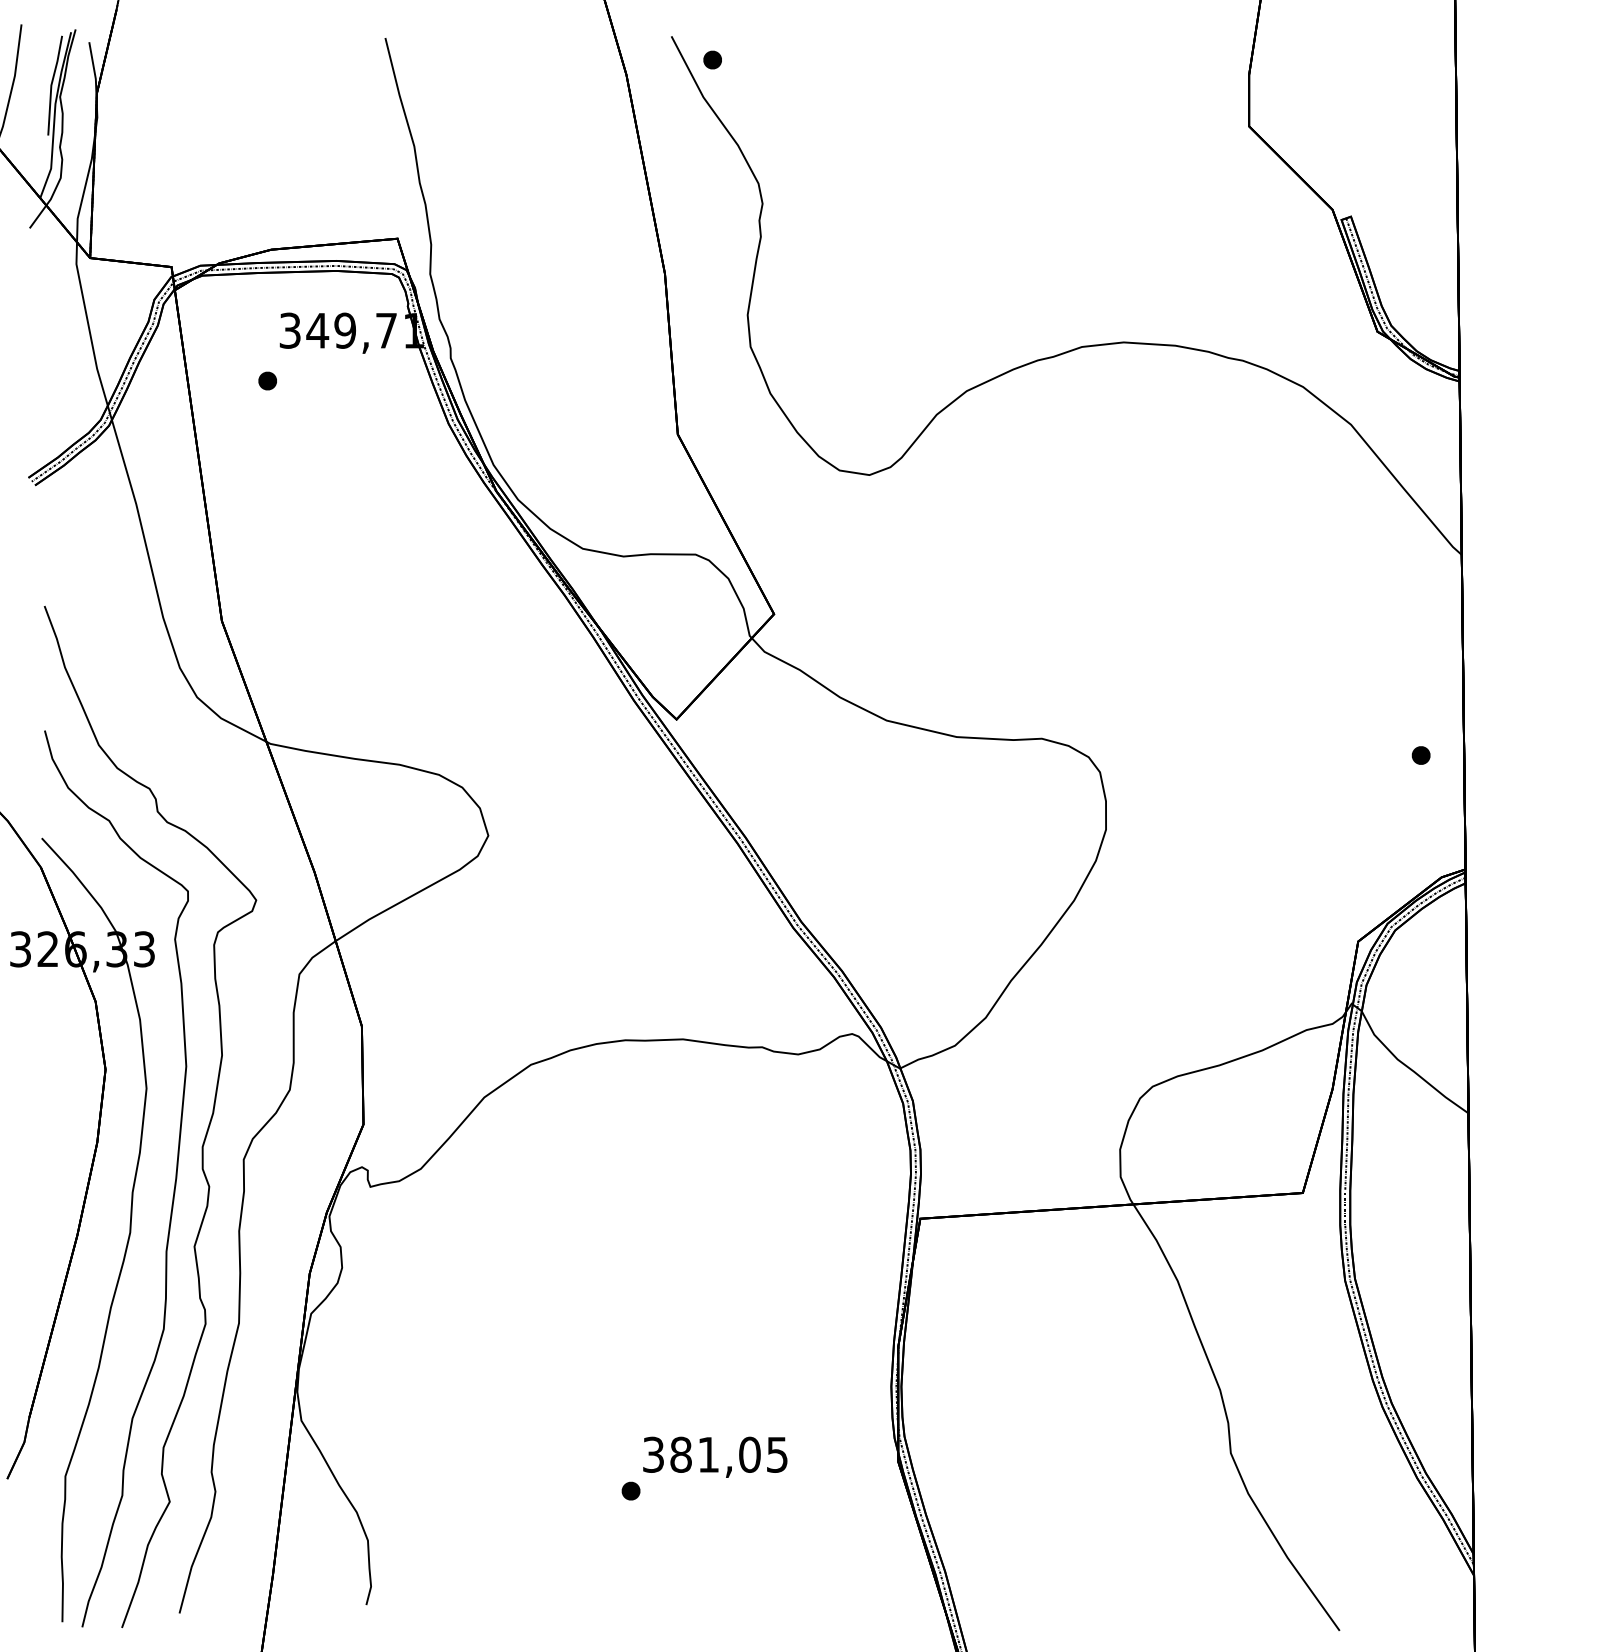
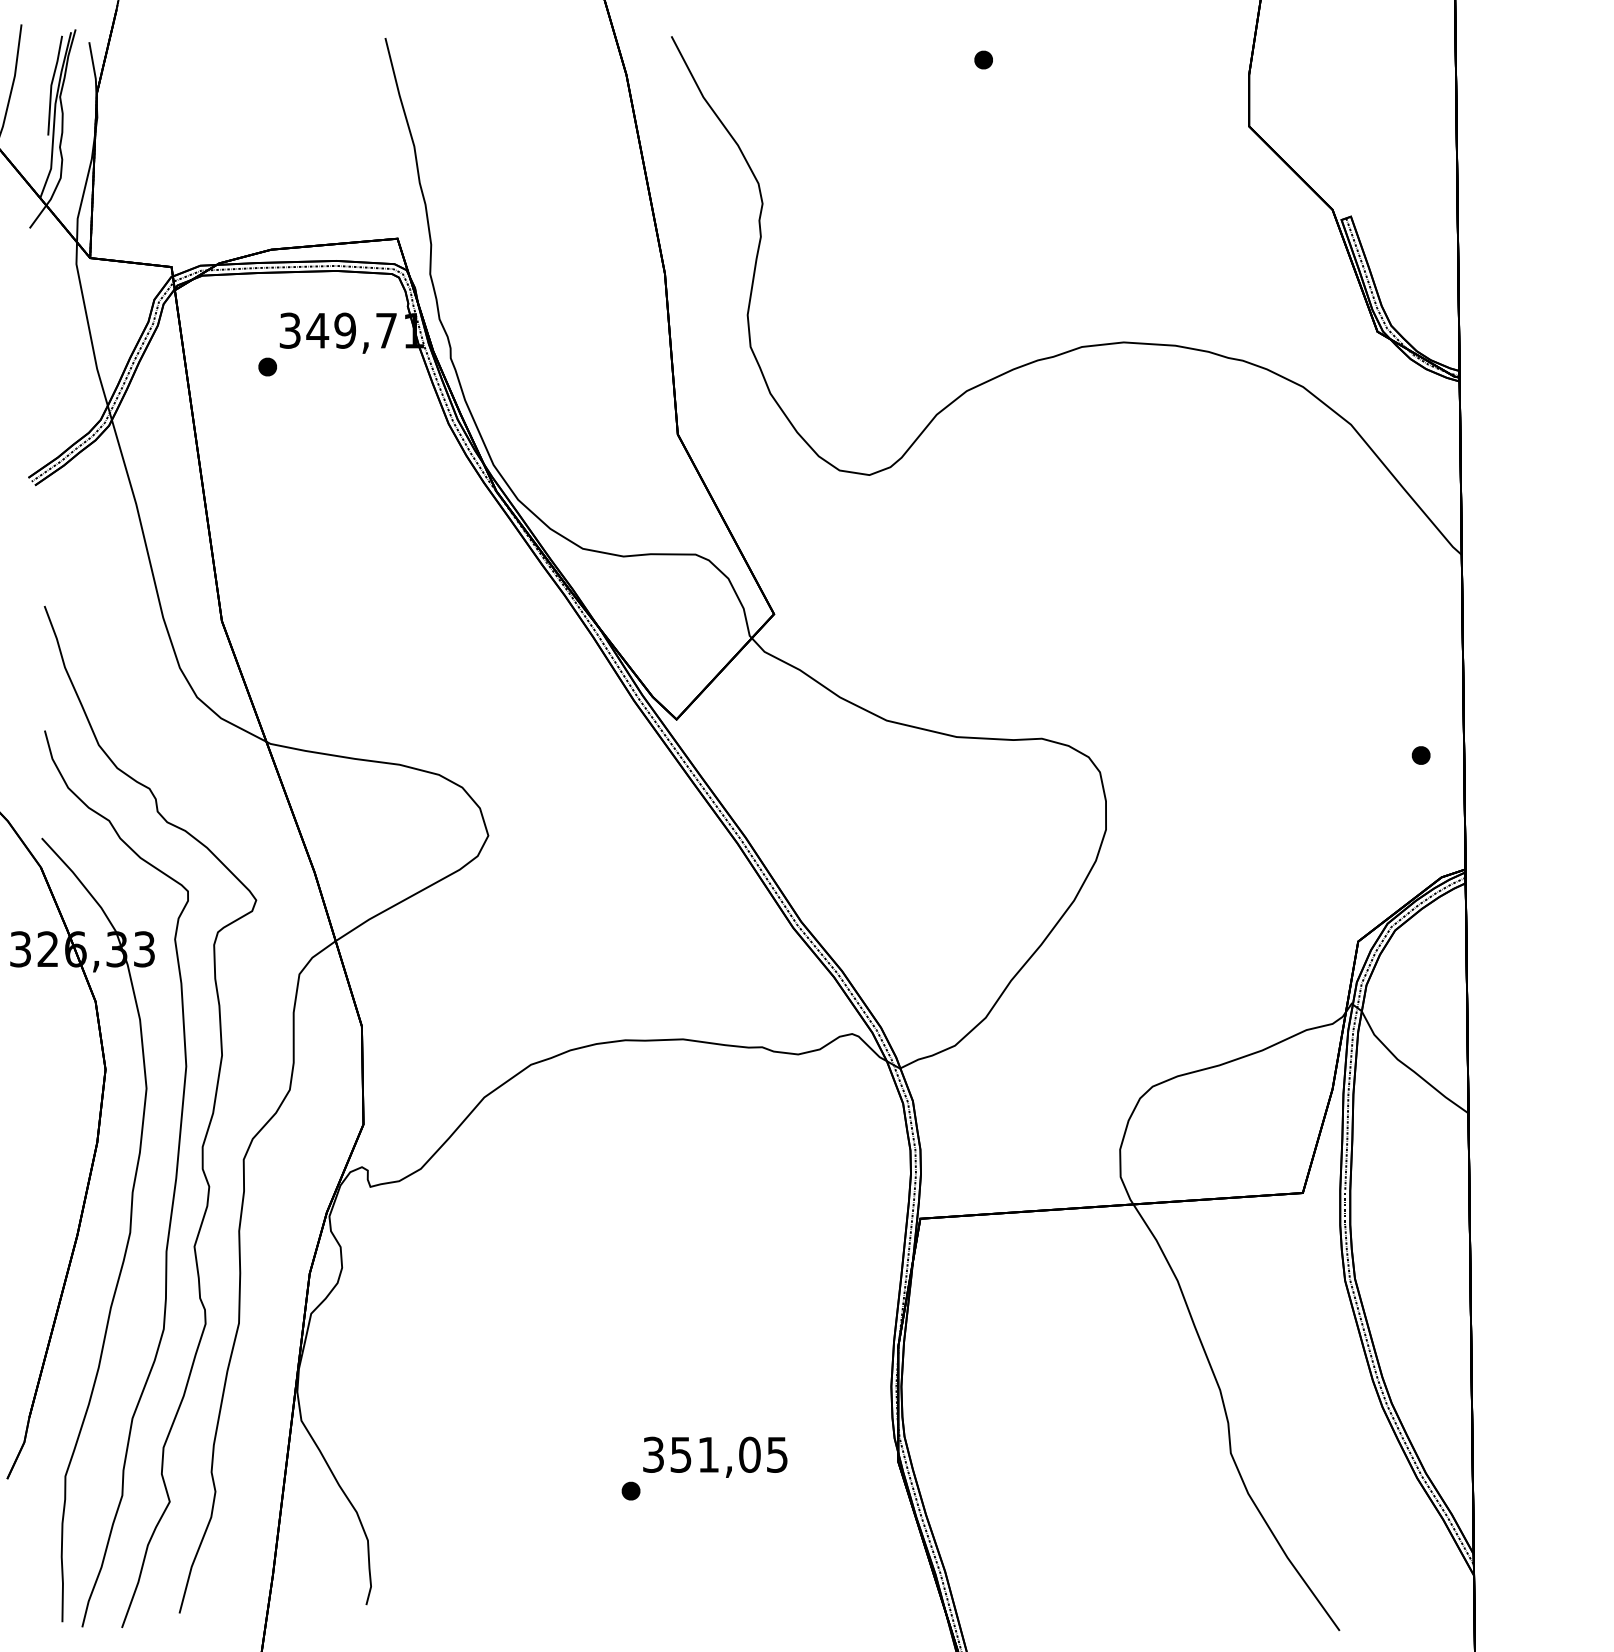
part at (712, 59) position: (712, 59) -> (983, 59)
part at (267, 380) position: (267, 380) -> (267, 366)
text at (680, 1454): 381,05 -> 351,05
